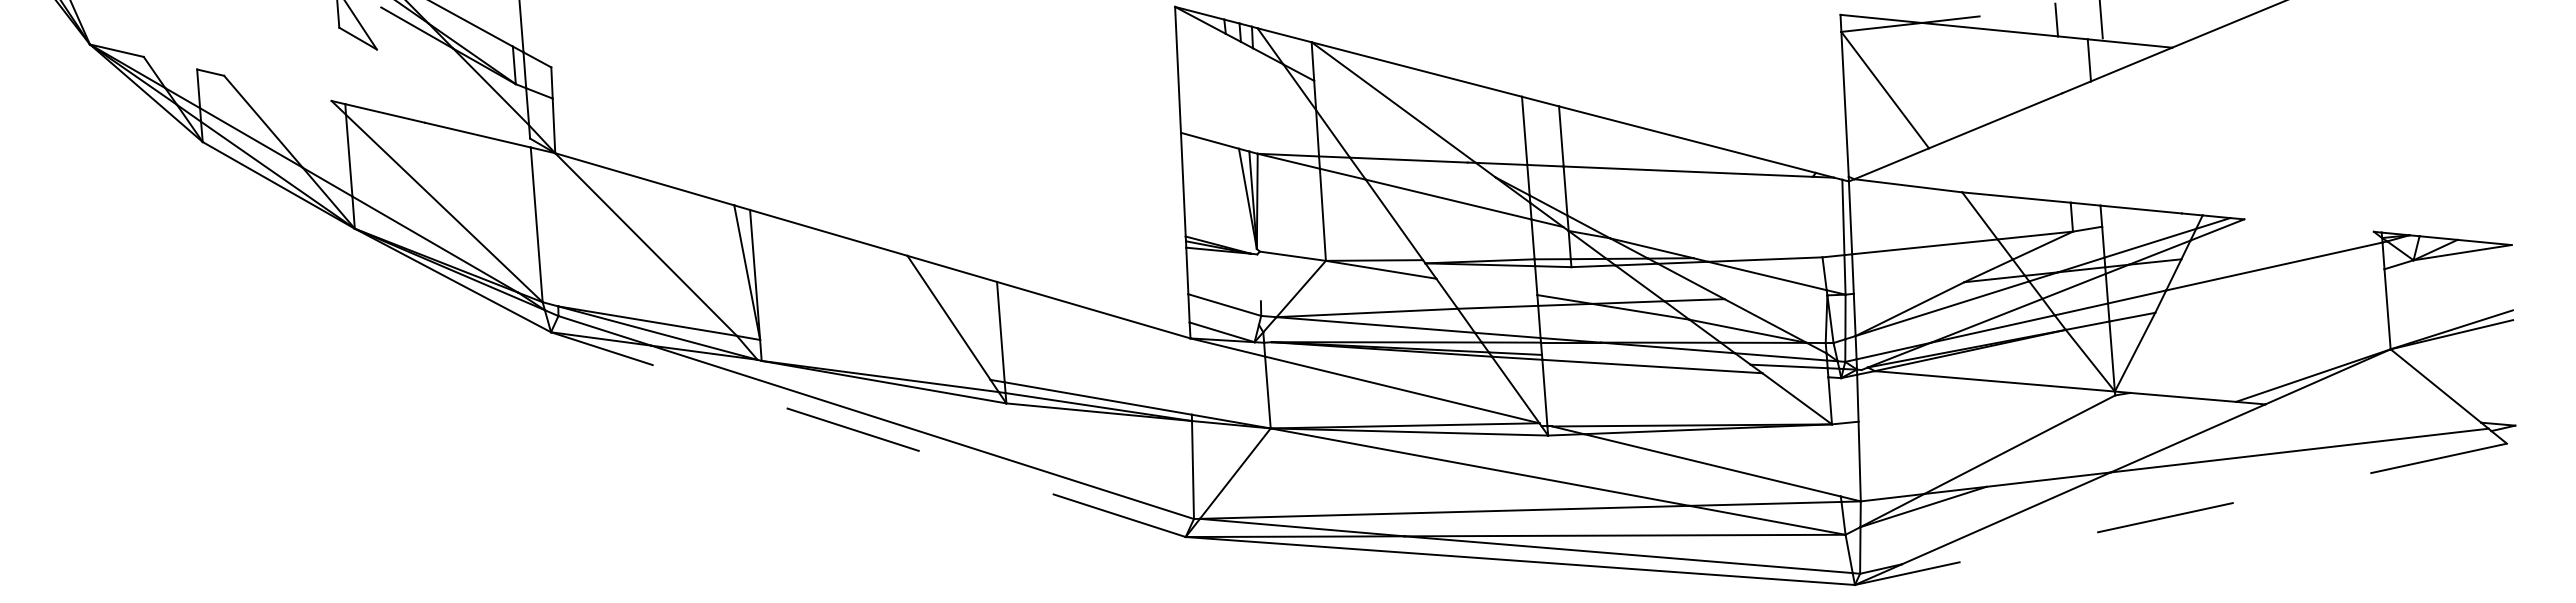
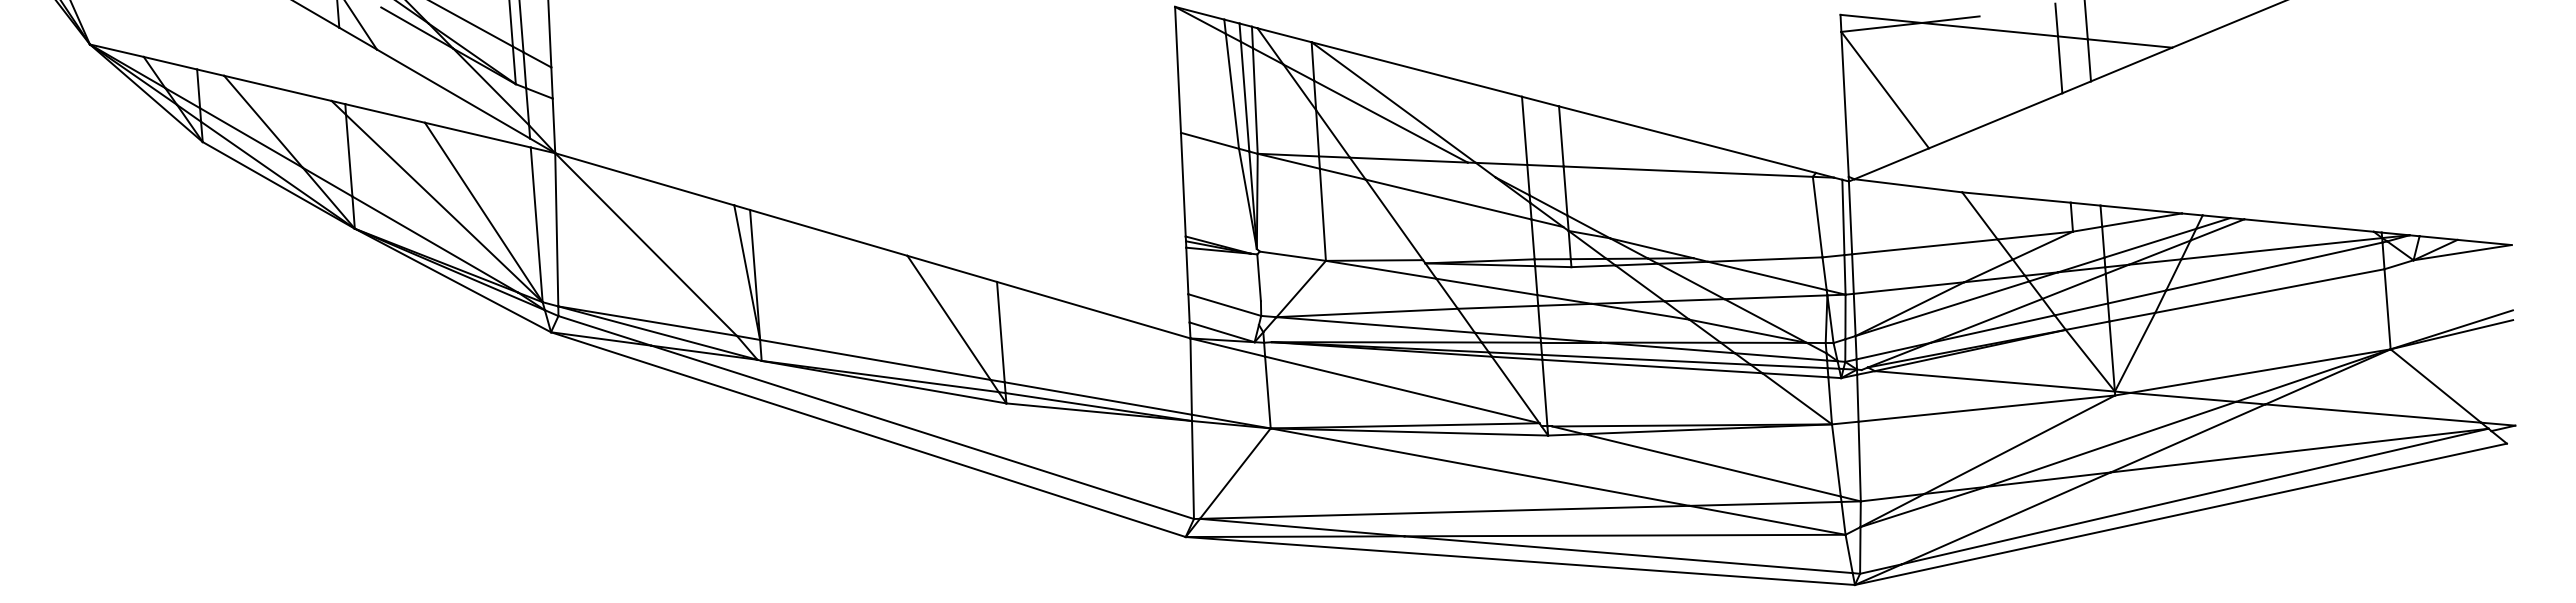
line at (317, 14): none -> present
line at (2100, 20) position: (2100, 20) -> (2085, 20)
line at (510, 24): none -> present
line at (549, 34): none -> present
line at (170, 62): none -> present
line at (2060, 64): none -> present
line at (277, 87): none -> present
line at (1231, 90): none -> present
line at (453, 93): none -> present
line at (1244, 96): none -> present
line at (1254, 100): none -> present
line at (1390, 121): none -> present
line at (483, 212): none -> present
line at (1817, 216): none -> present
line at (2141, 219): none -> present
line at (2308, 225): none -> present
line at (556, 229): none -> present
line at (2281, 248): none -> present
line at (1258, 277): none -> present
line at (1486, 286): none -> present
line at (1908, 287): none -> present
line at (2269, 290): none -> present
line at (1775, 297): none -> present
line at (875, 359): none -> present
line at (1646, 359): none -> present
line at (2260, 370): none -> present
line at (1795, 375): none -> present
line at (1190, 376): none -> present
line at (1986, 408): none -> present
line at (2373, 413): none -> present
line at (867, 434): dashed -> solid
line at (2111, 443): none -> present
line at (1836, 460): none -> present
line at (2195, 496): none -> present
line at (2180, 514): dashed -> solid
